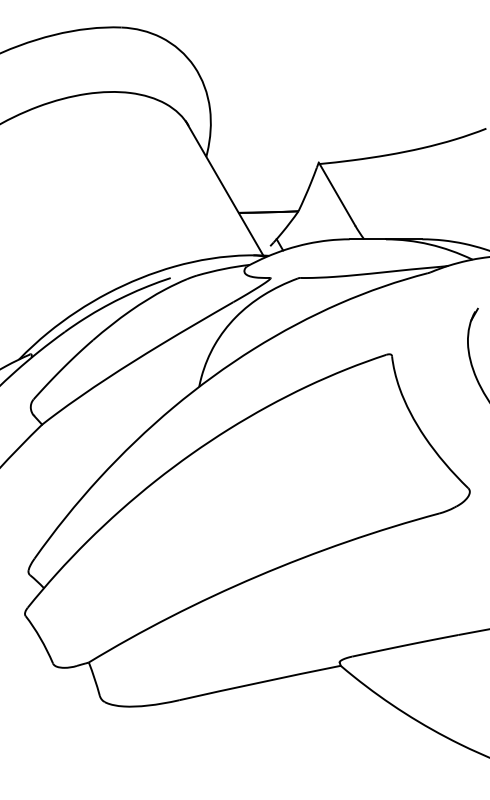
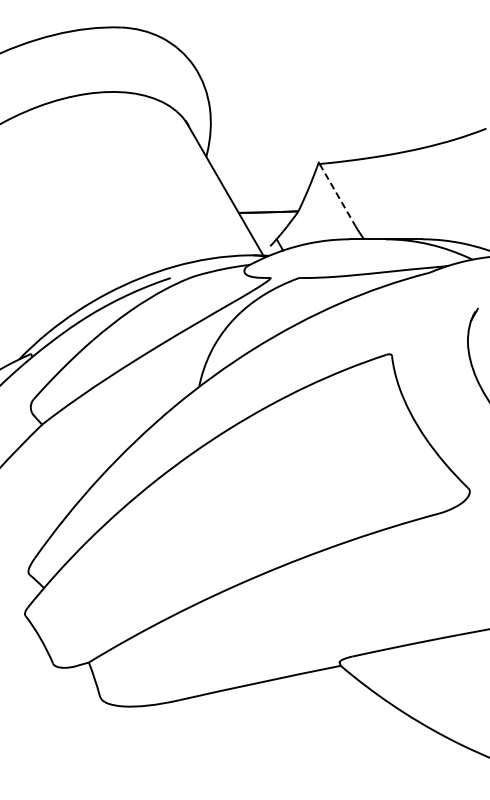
line at (337, 194): solid -> dashed
